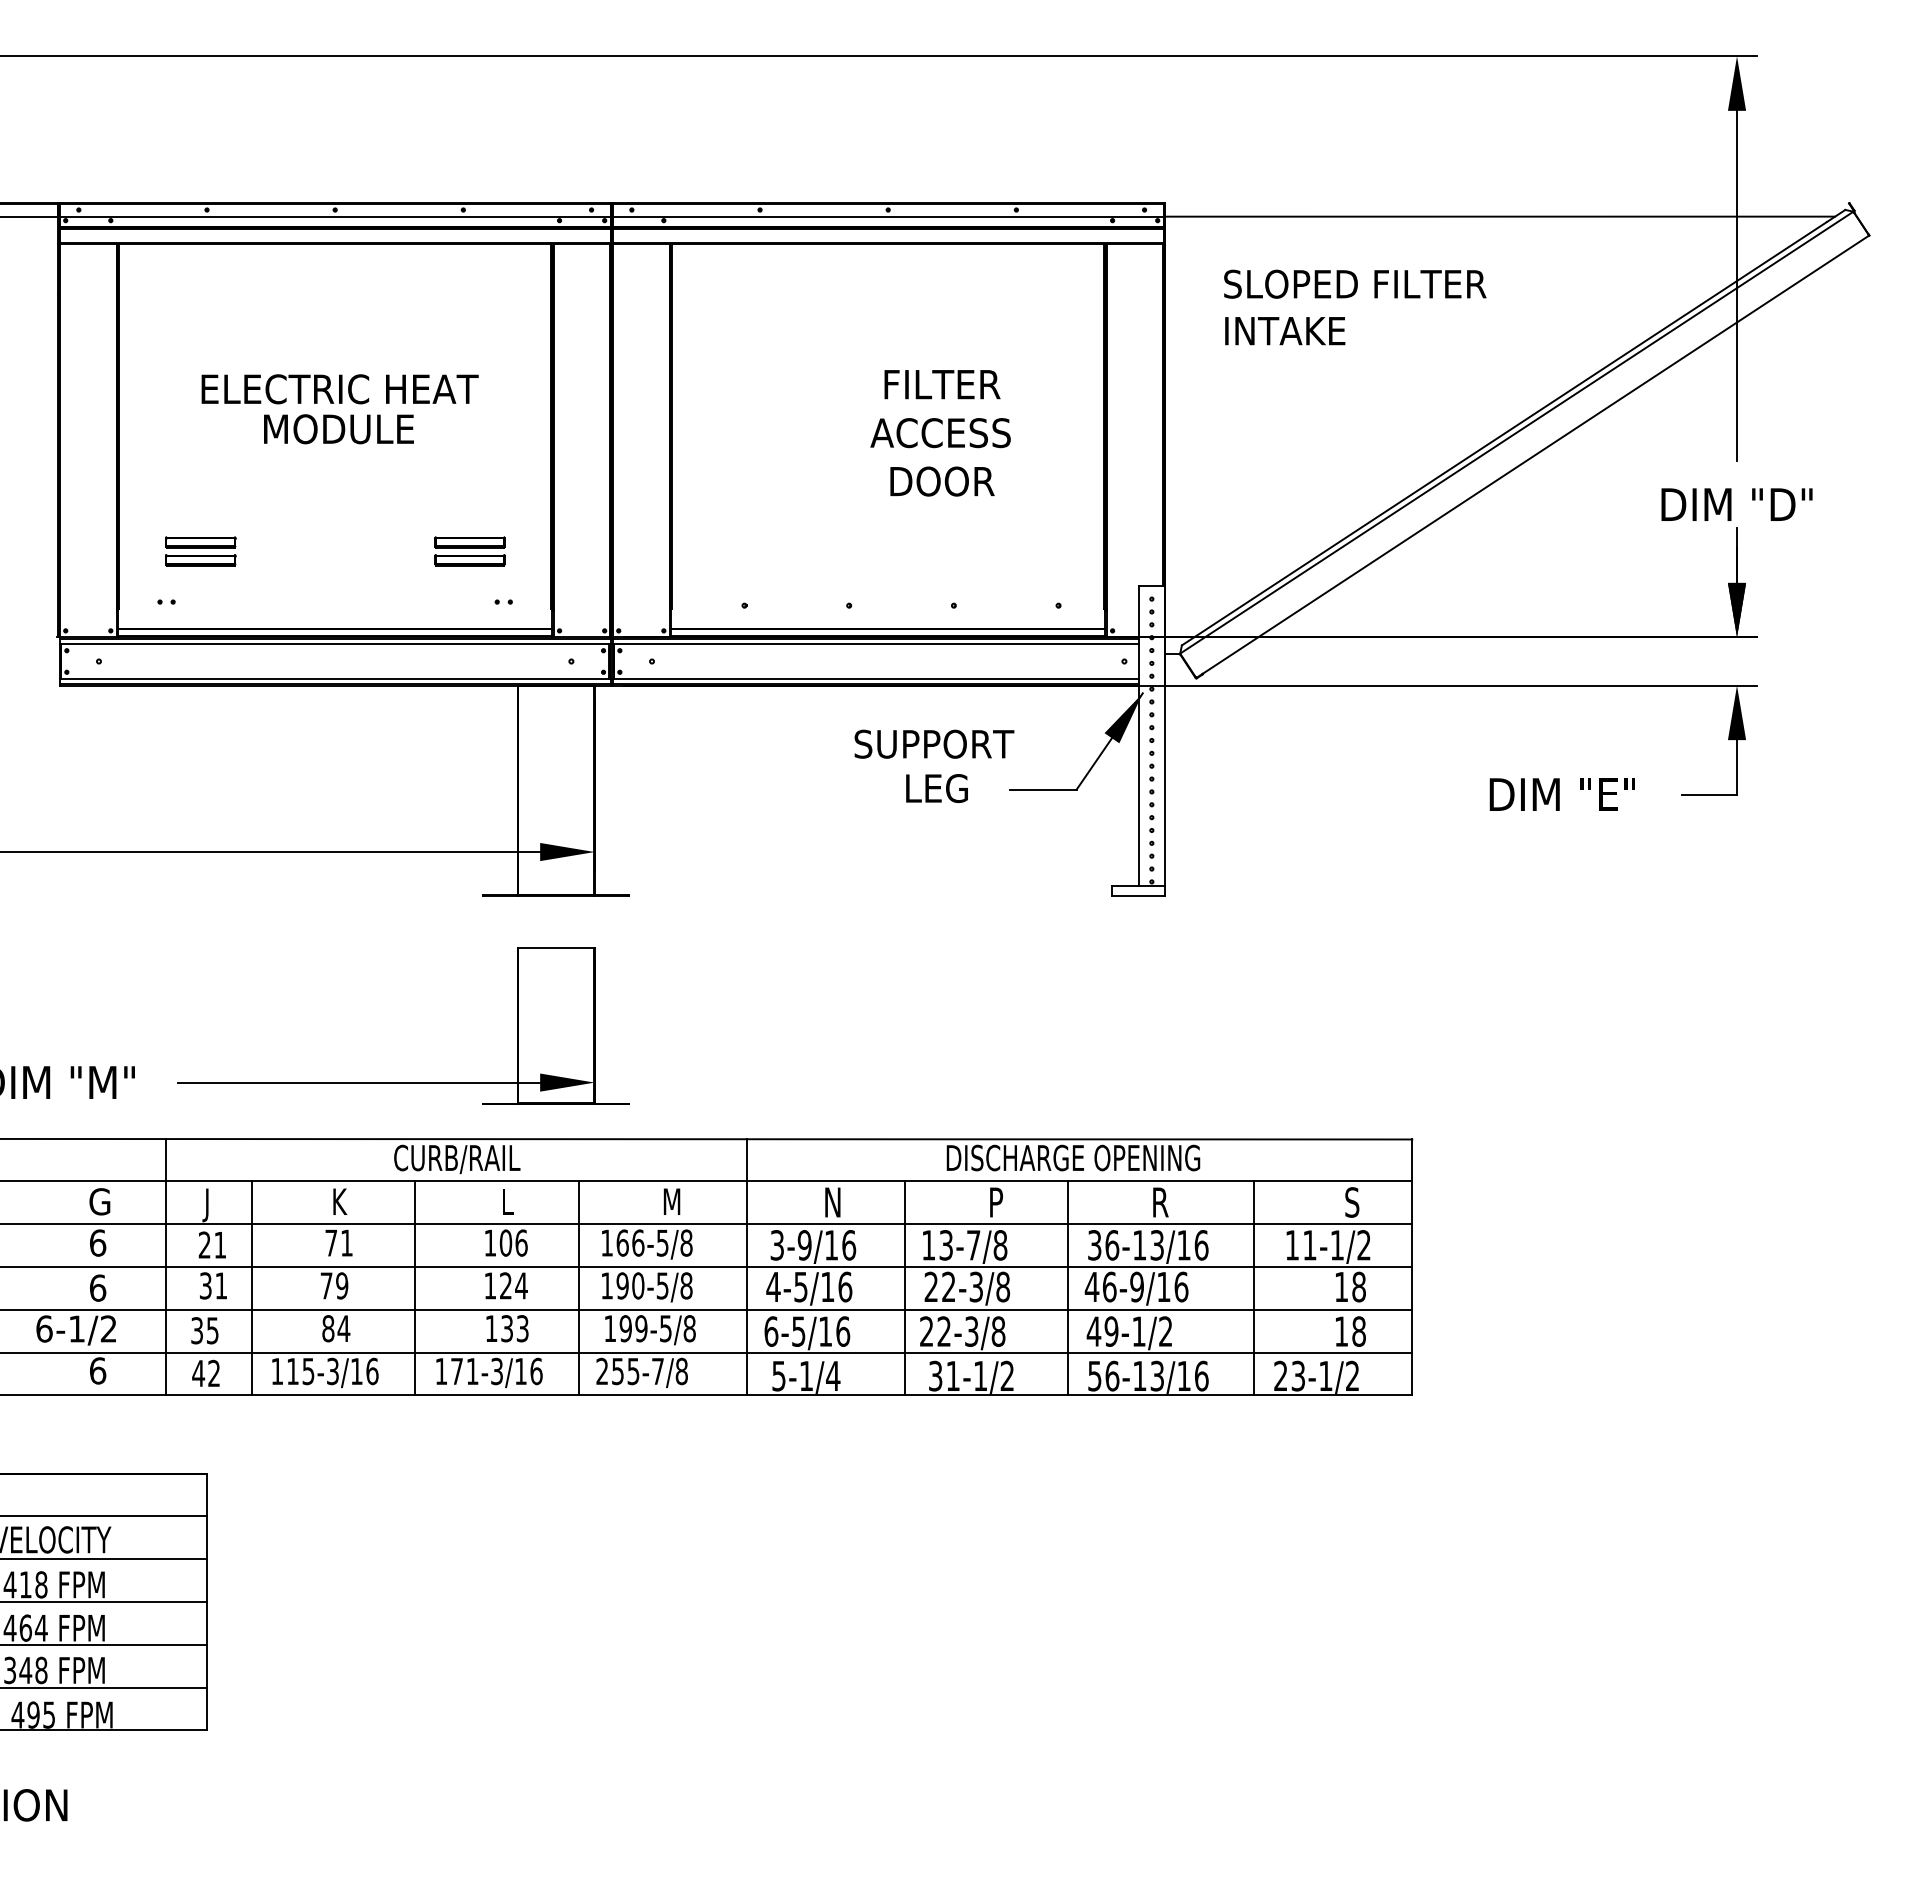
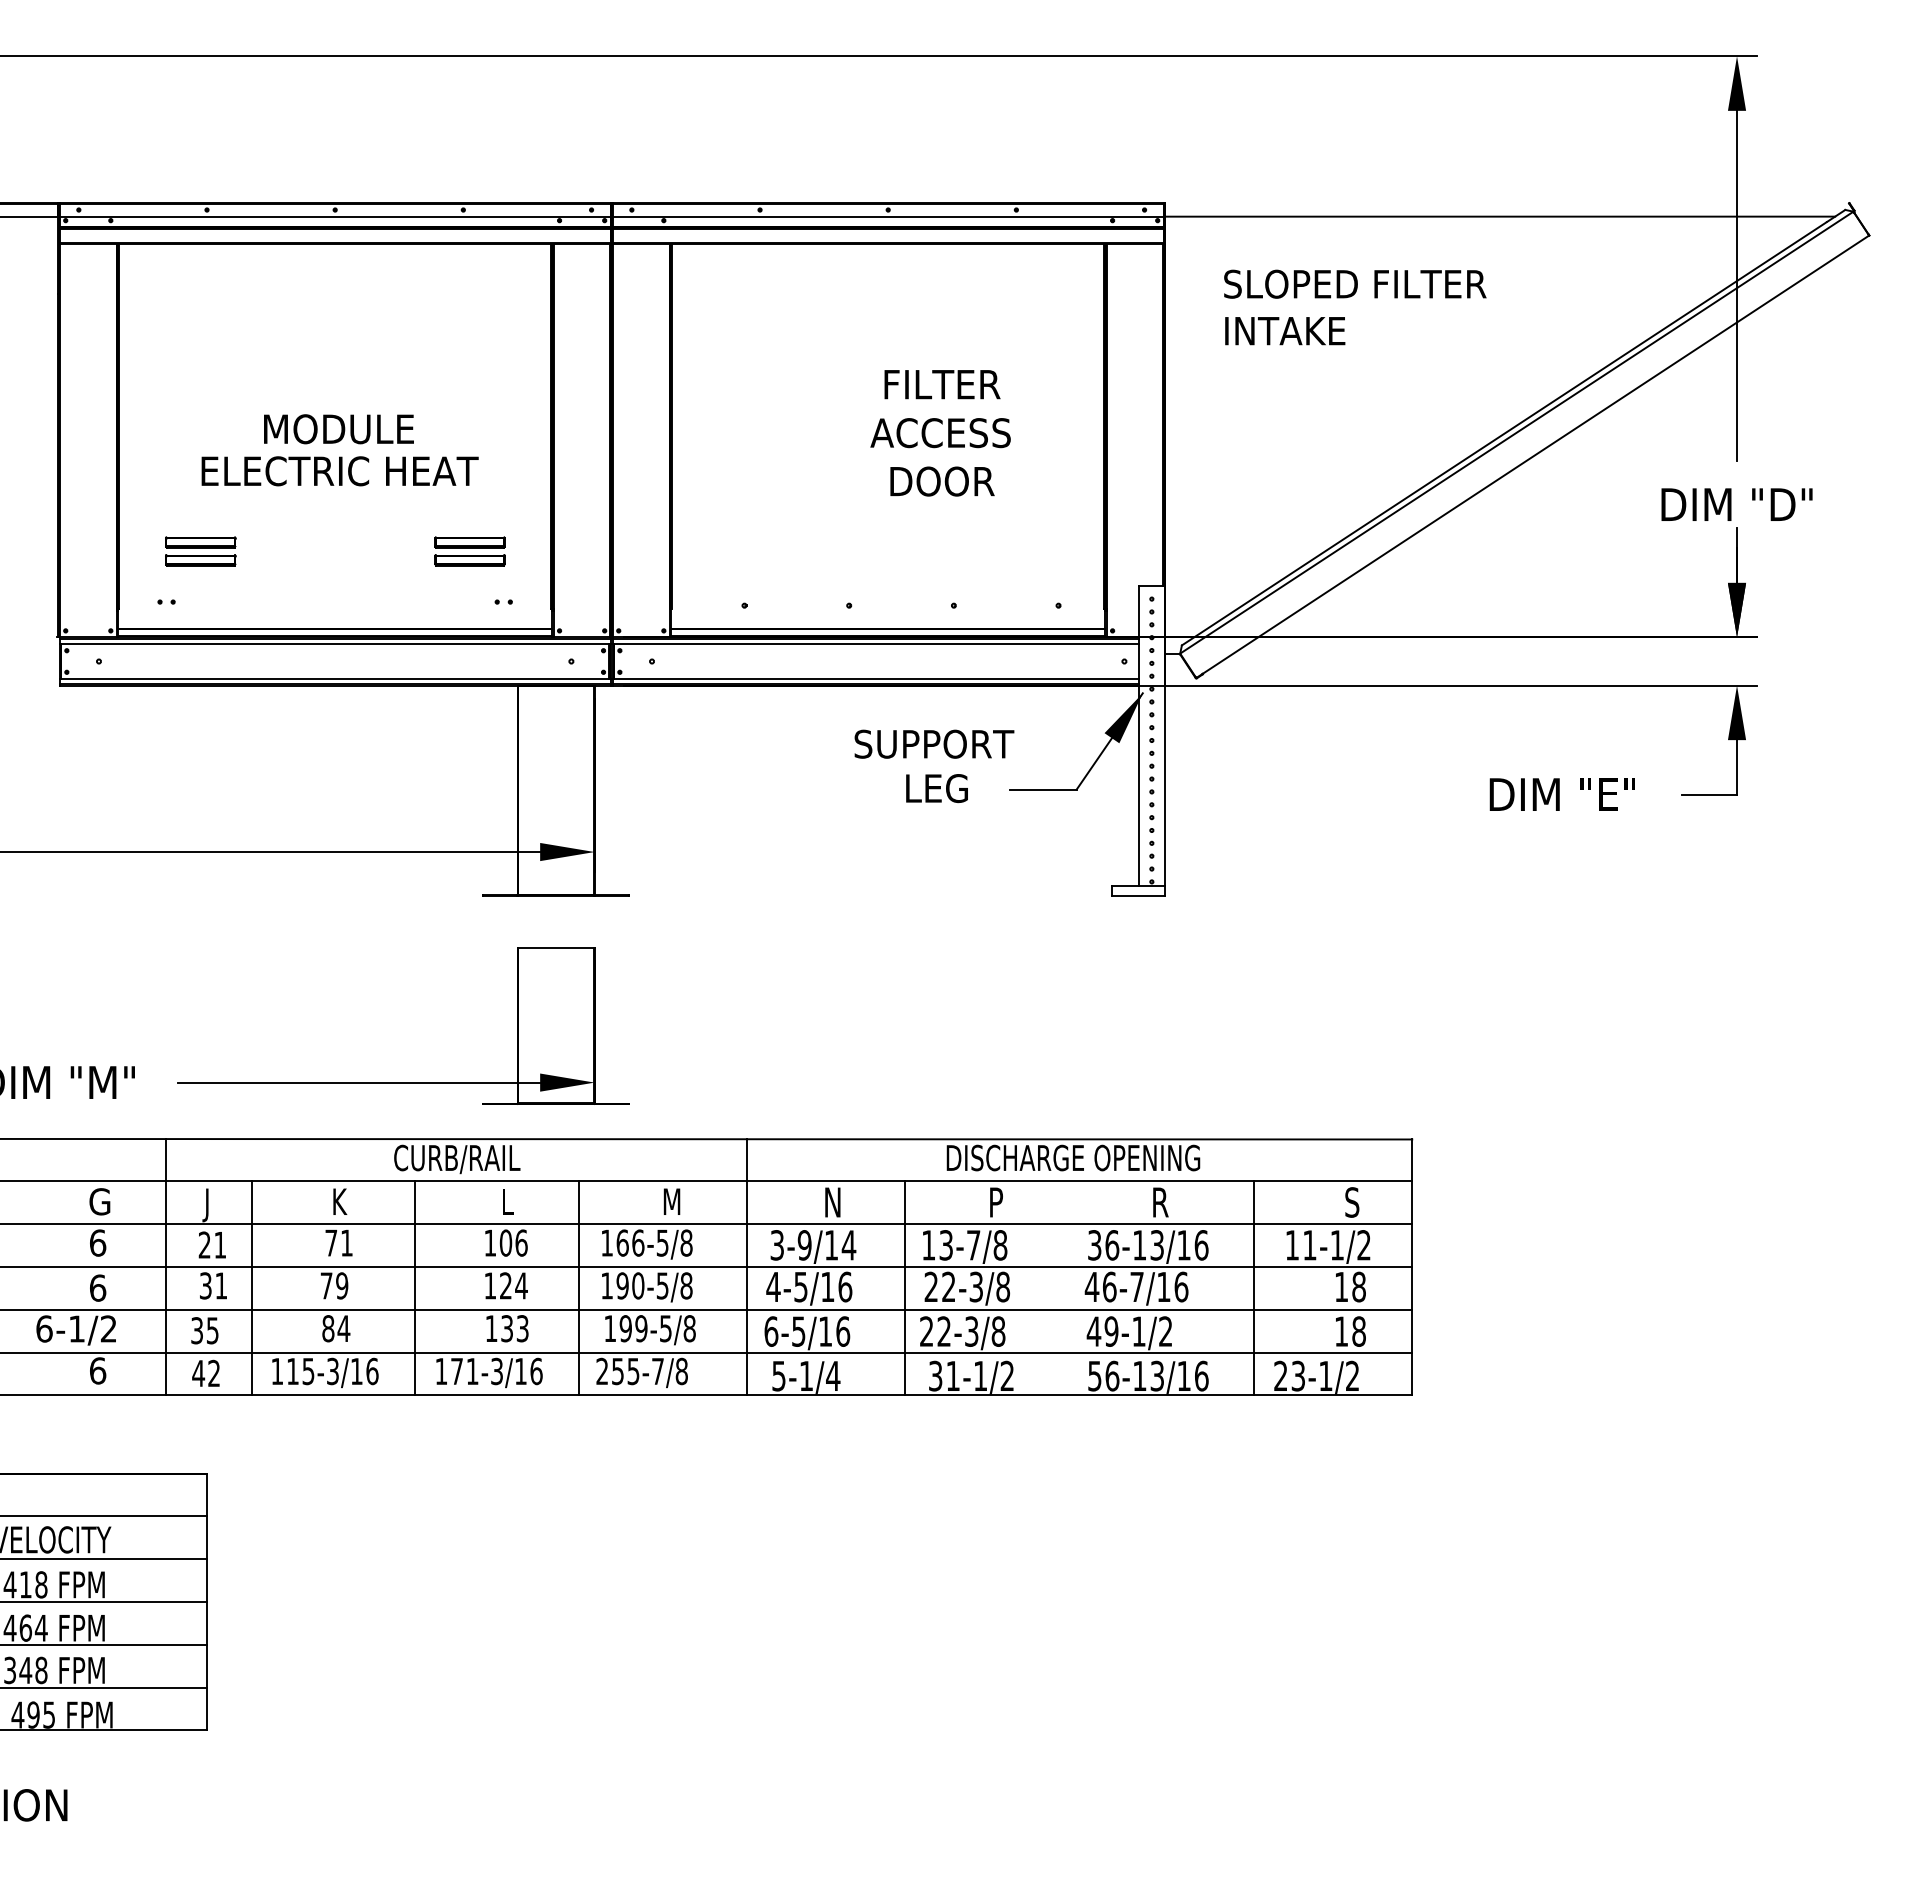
text at (339, 389) position: (339, 389) -> (339, 471)
text at (848, 1245): 3-9/16 -> 3-9/14
text at (1136, 1286): 46-9/16 -> 46-7/16
line at (1068, 1288): present -> none
